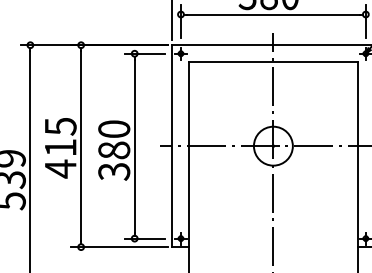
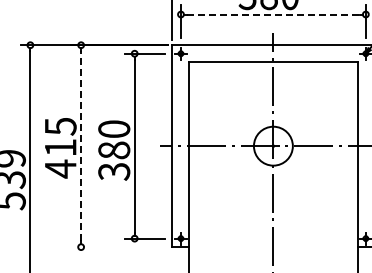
line at (273, 14): solid -> dashed
line at (81, 145): solid -> dashed
line at (119, 247): present -> none
